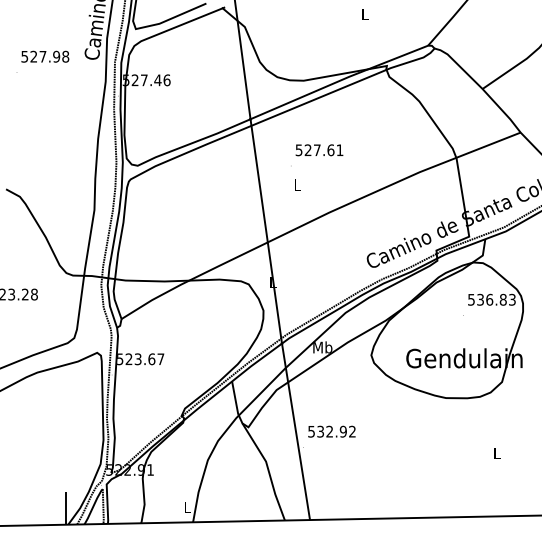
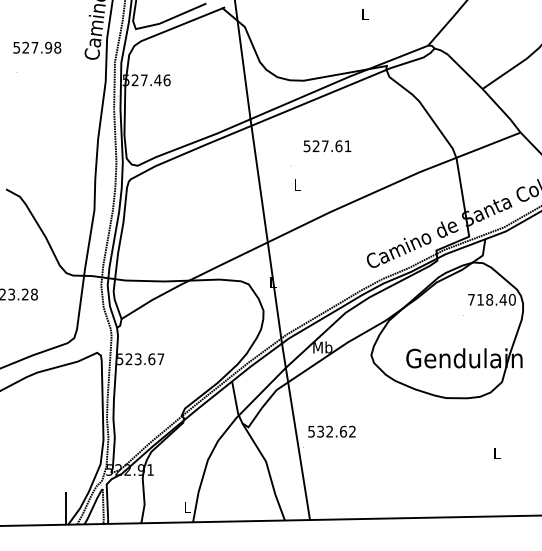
text at (45, 56) position: (45, 56) -> (37, 47)
text at (319, 150) position: (319, 150) -> (327, 146)
text at (491, 299): 536.83 -> 718.40
text at (342, 431): 532.92 -> 532.62
